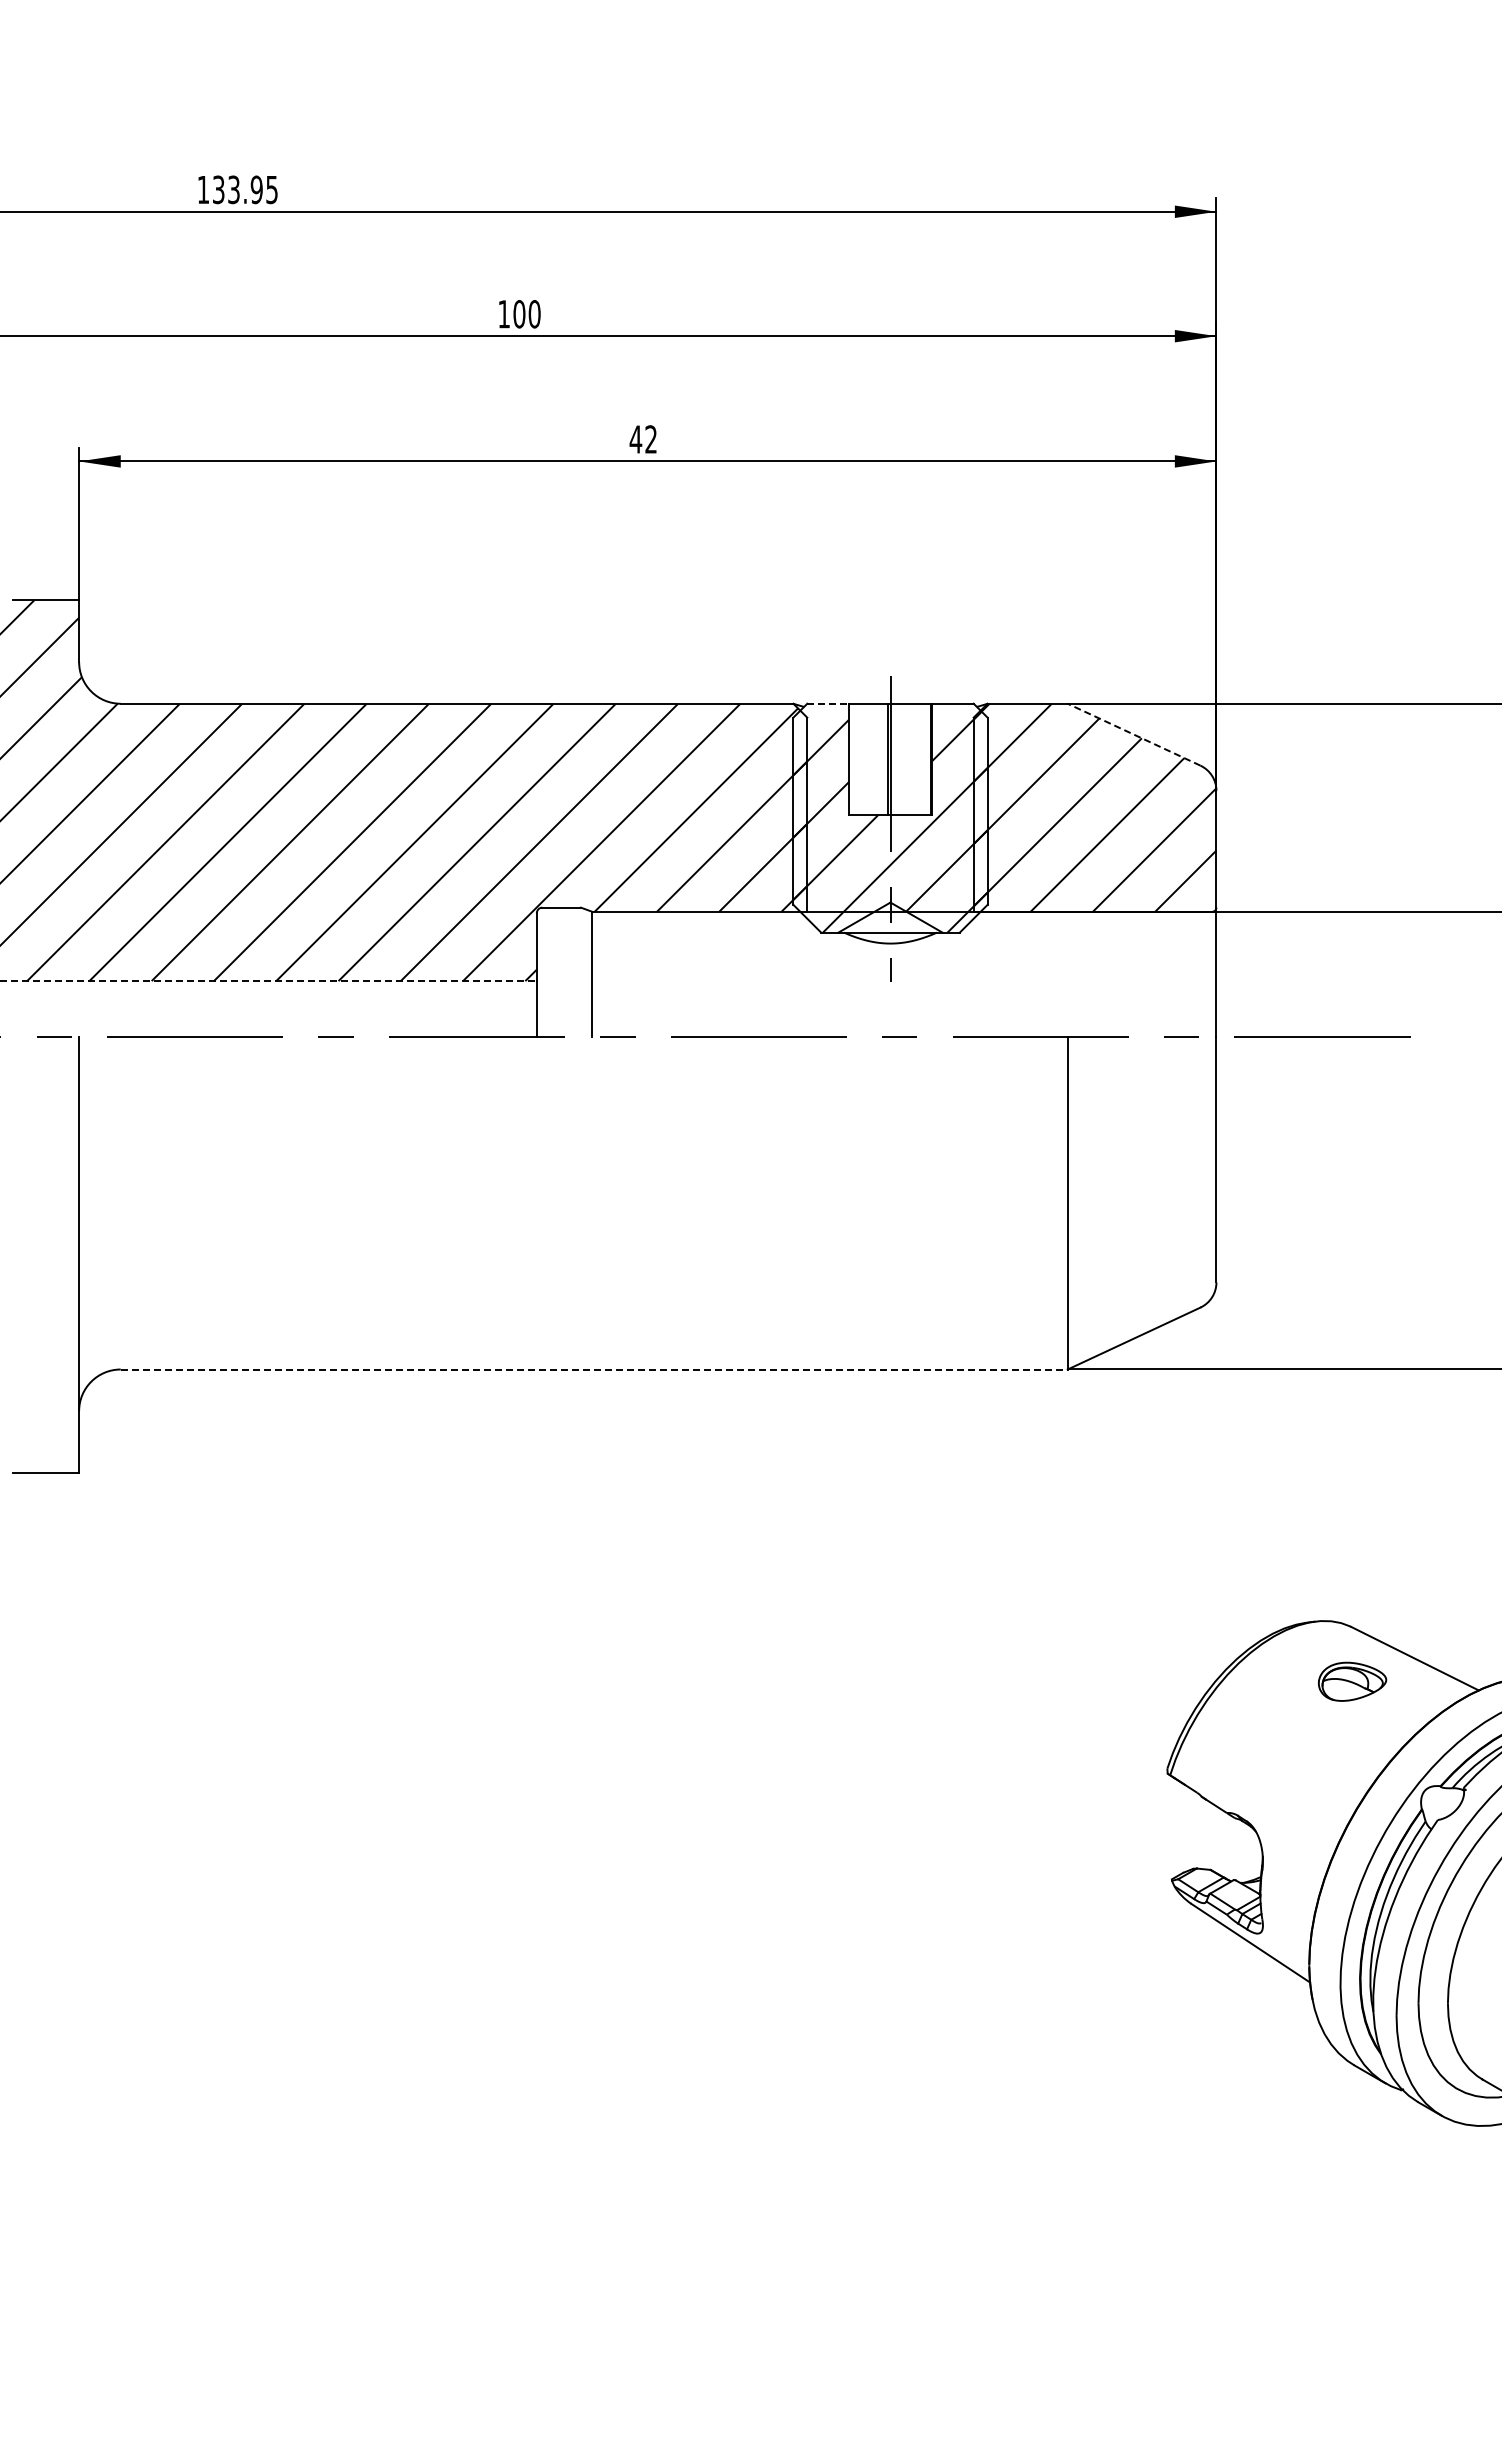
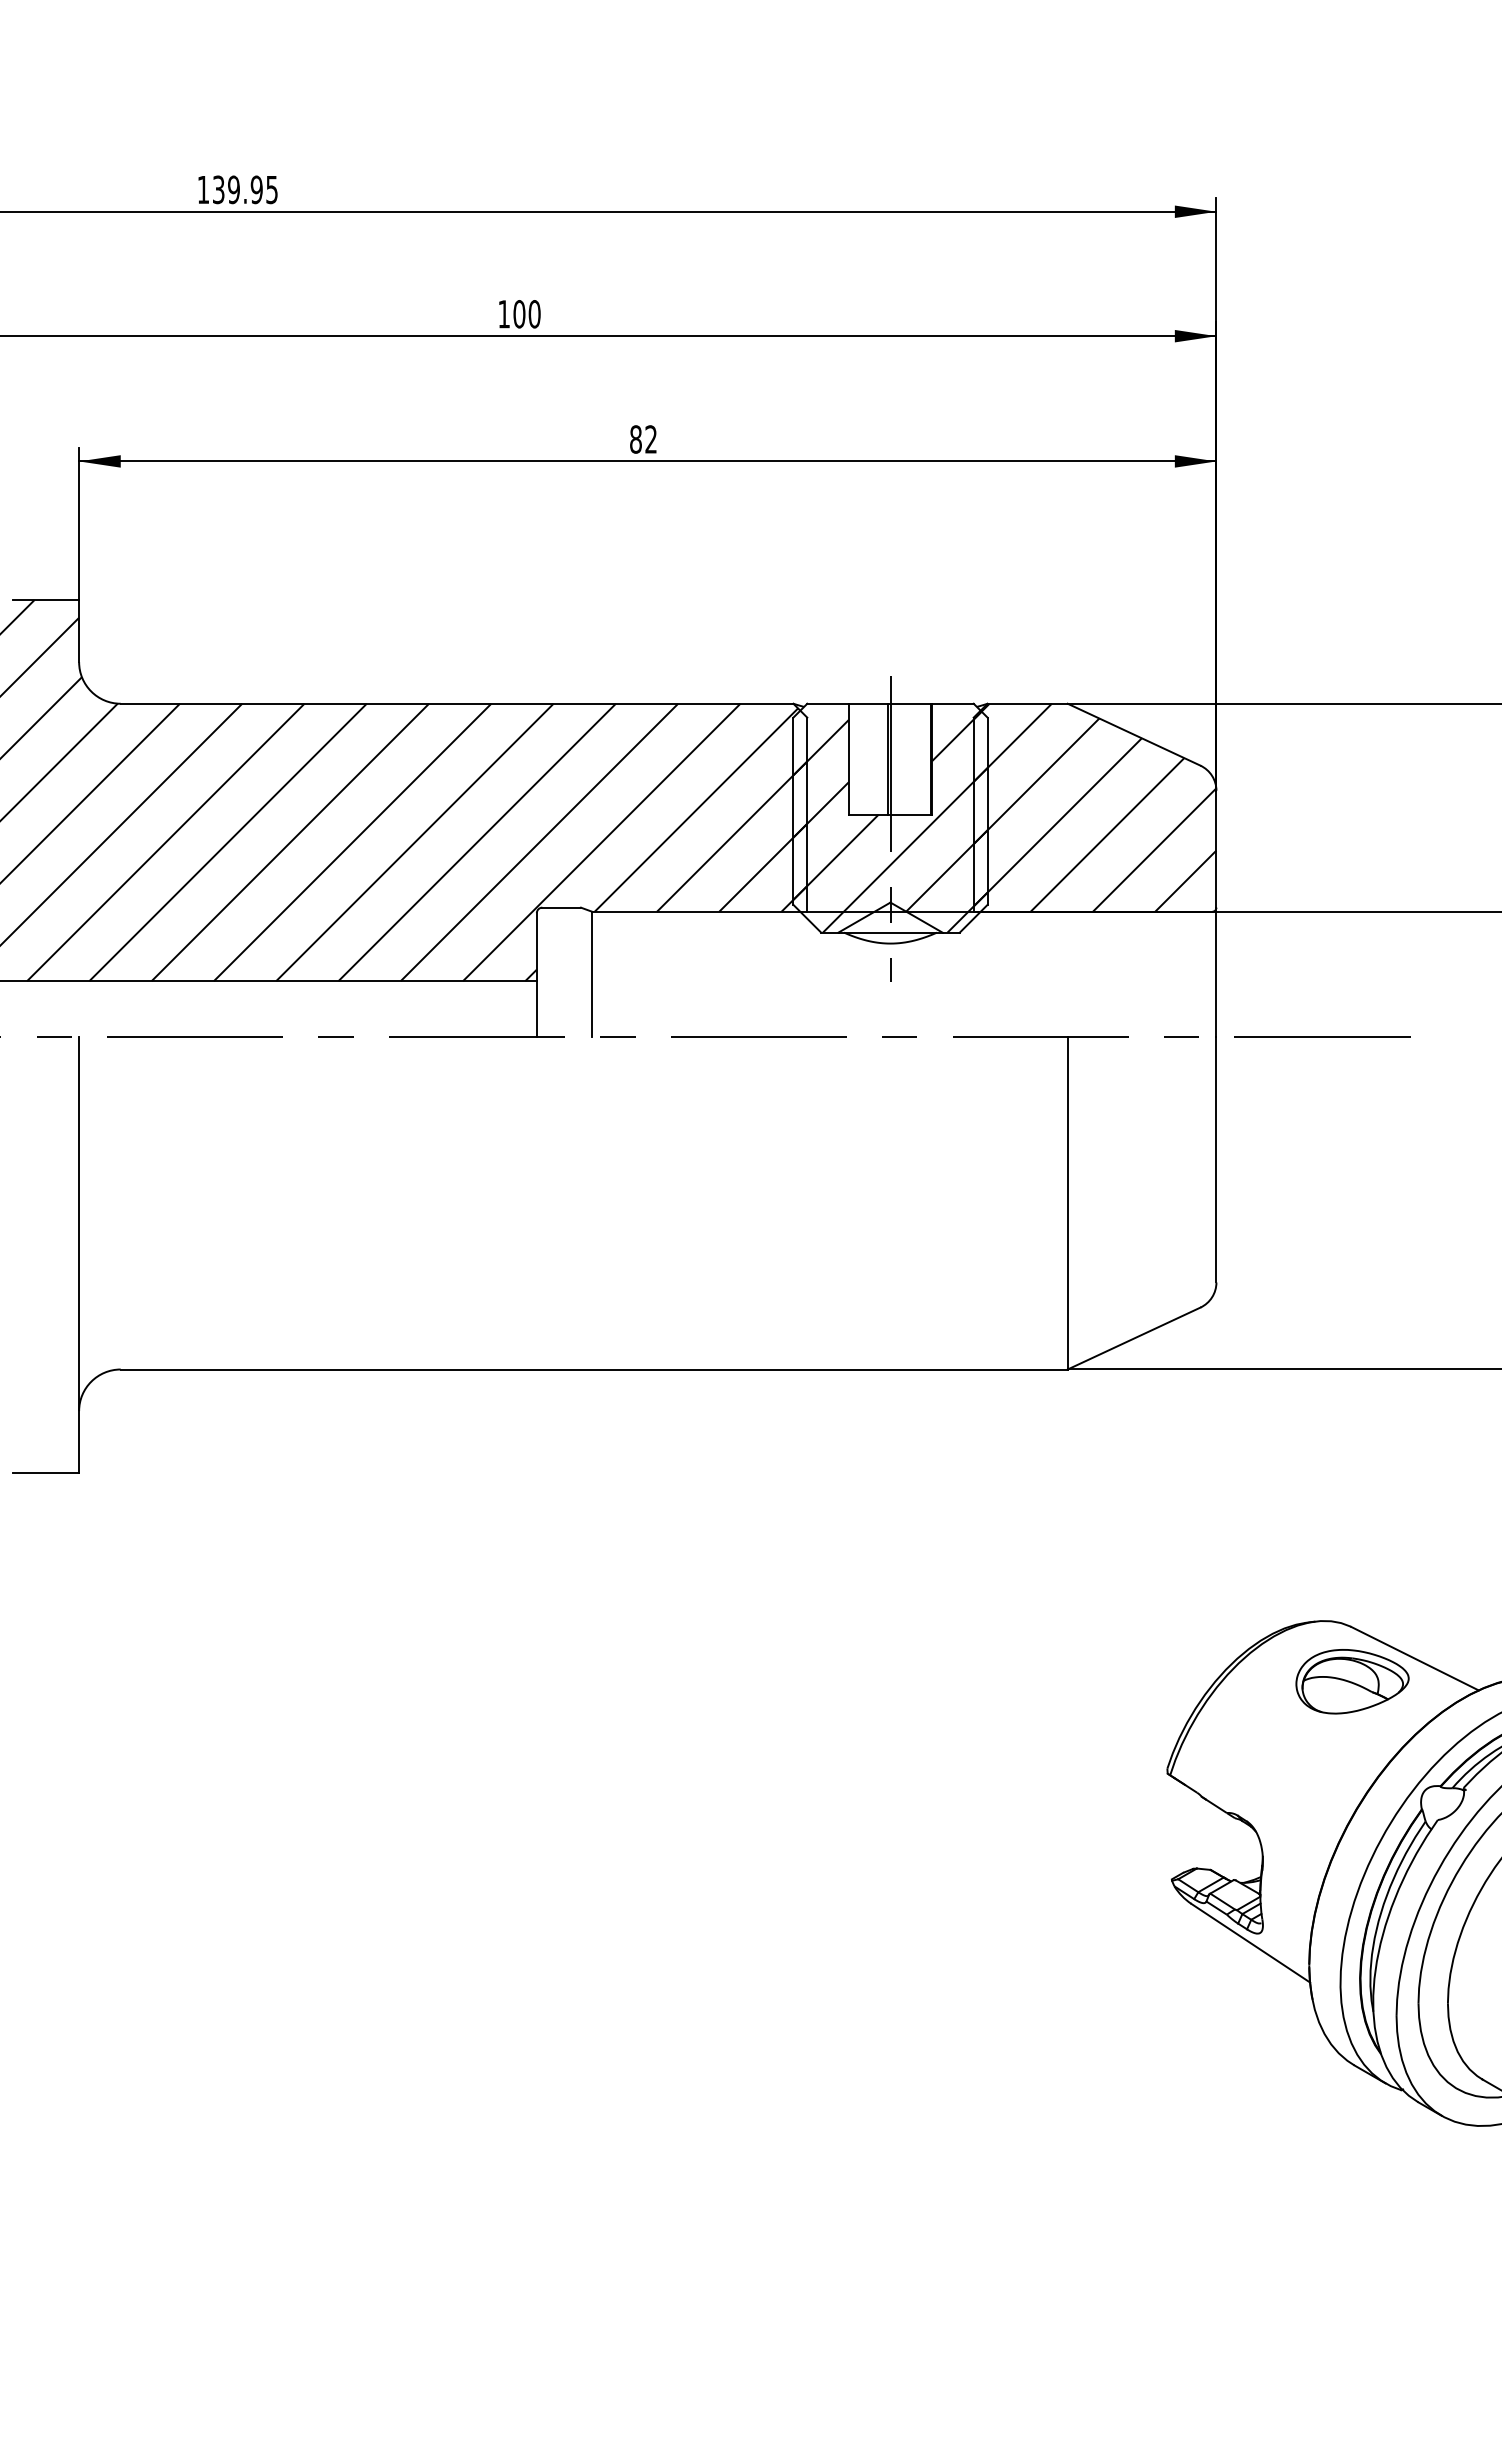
text at (233, 189): 133.95 -> 139.95
text at (635, 439): 42 -> 82
line at (828, 703): dashed -> solid
line at (1133, 734): dashed -> solid
line at (269, 981): dashed -> solid
line at (594, 1369): dashed -> solid
part at (1352, 1681) size: 70x41 px -> 115x66 px
